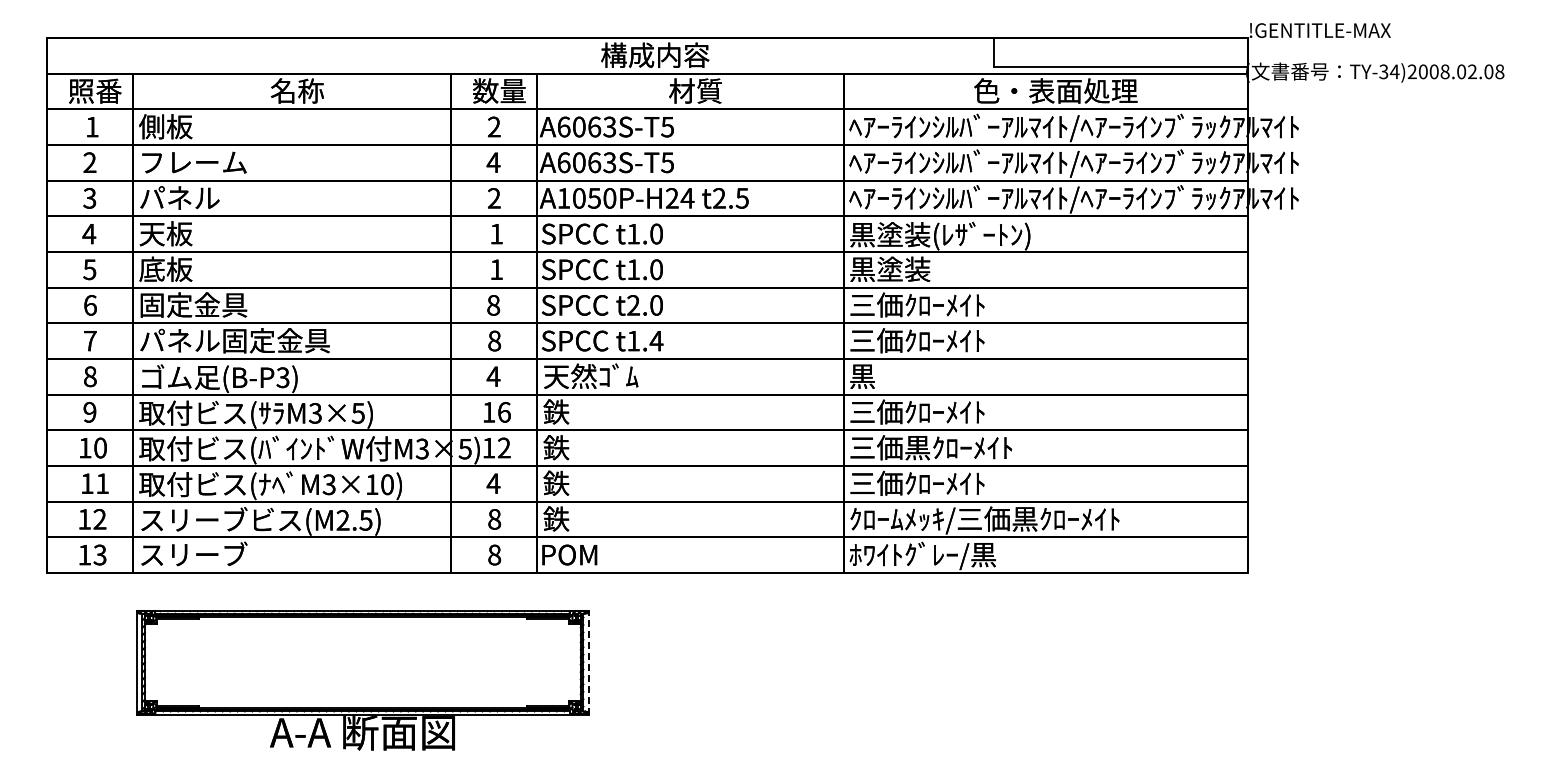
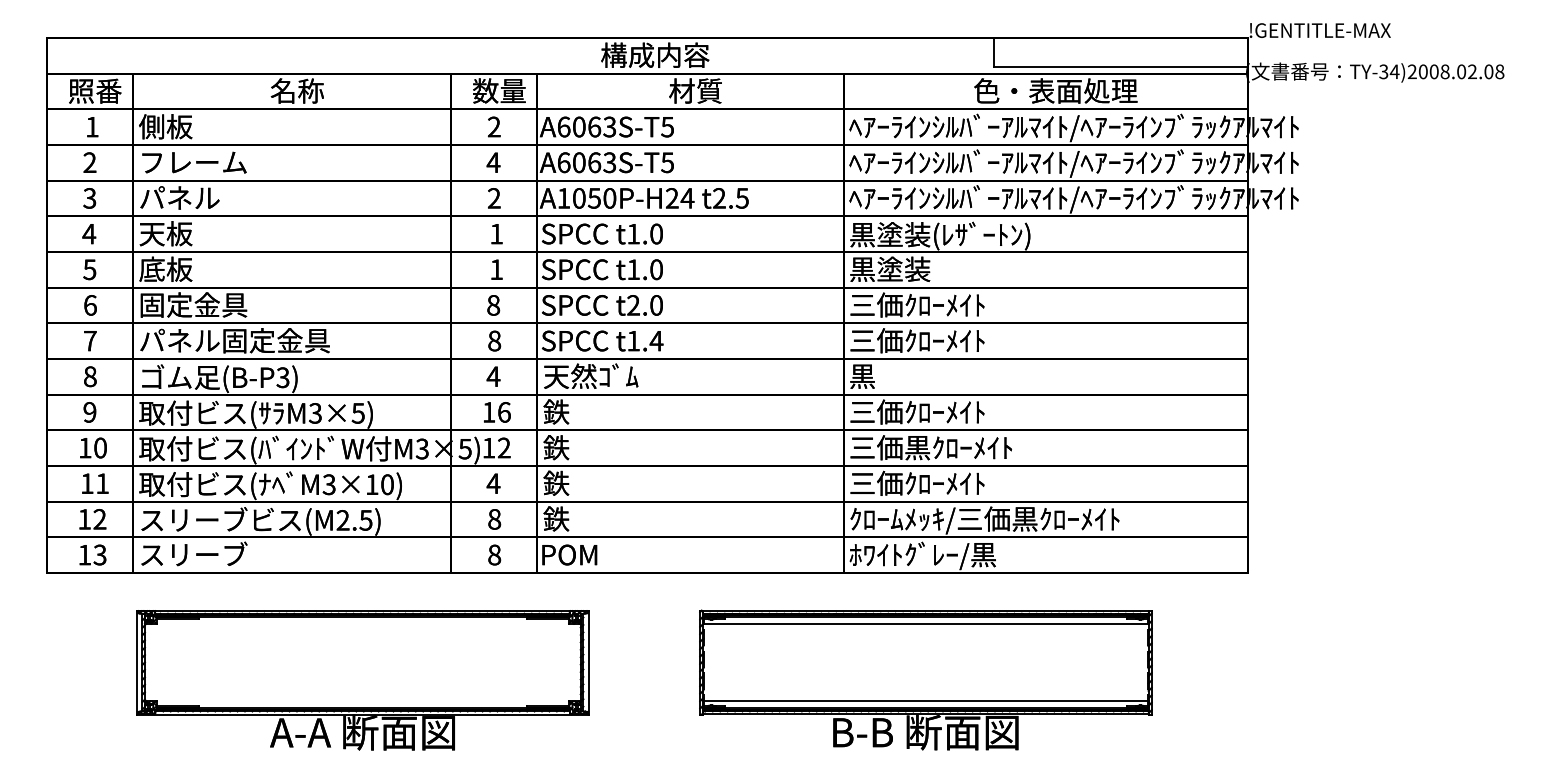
line at (588, 662): dashed -> solid
part at (925, 679): none -> present
